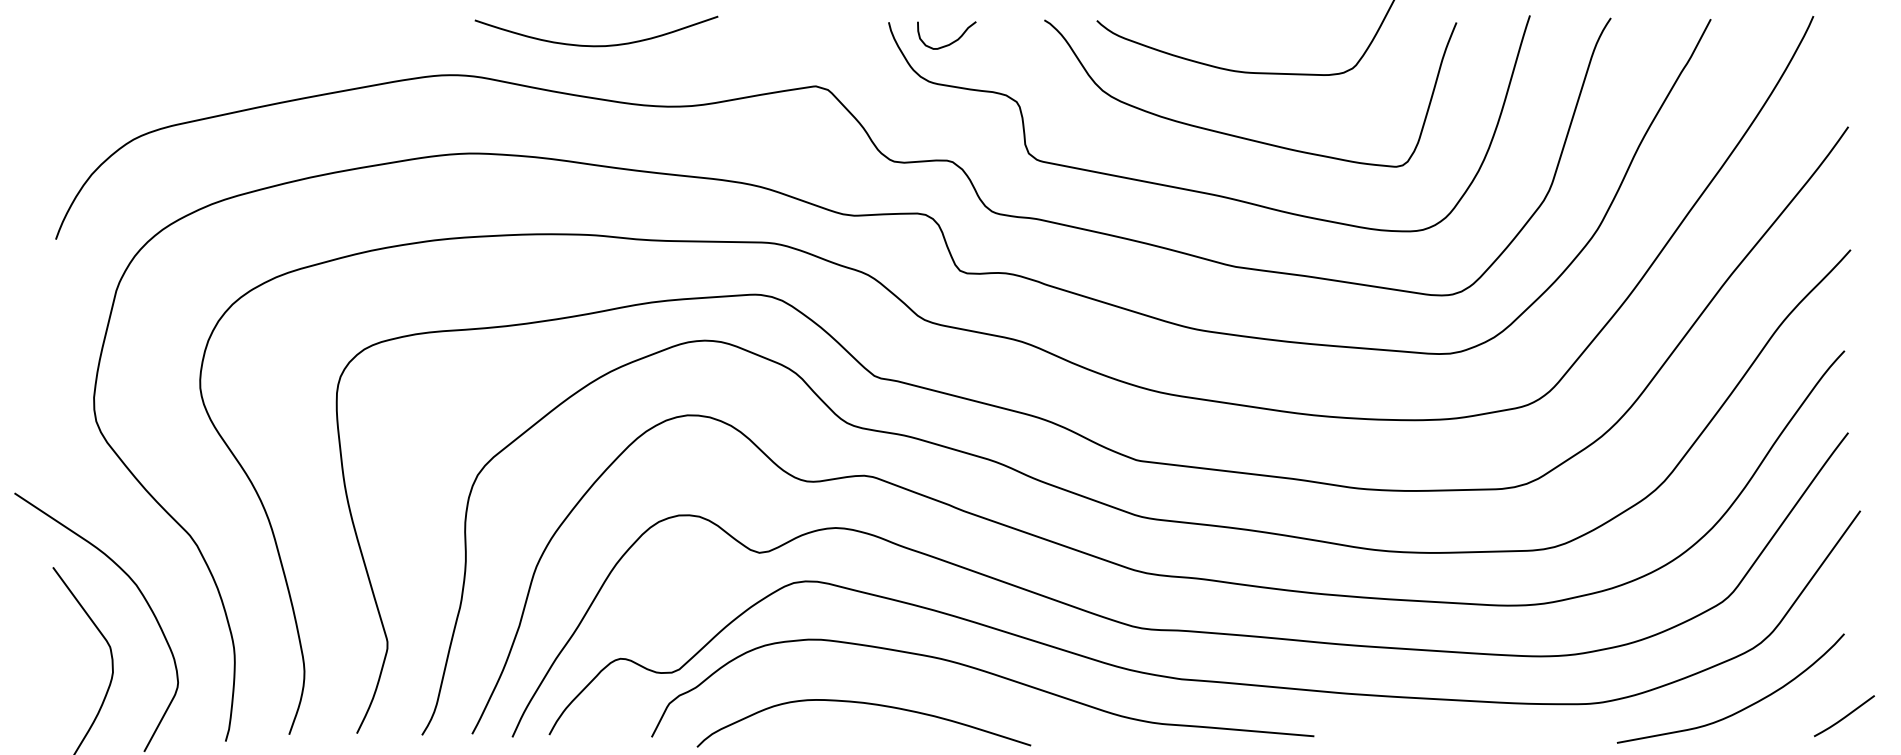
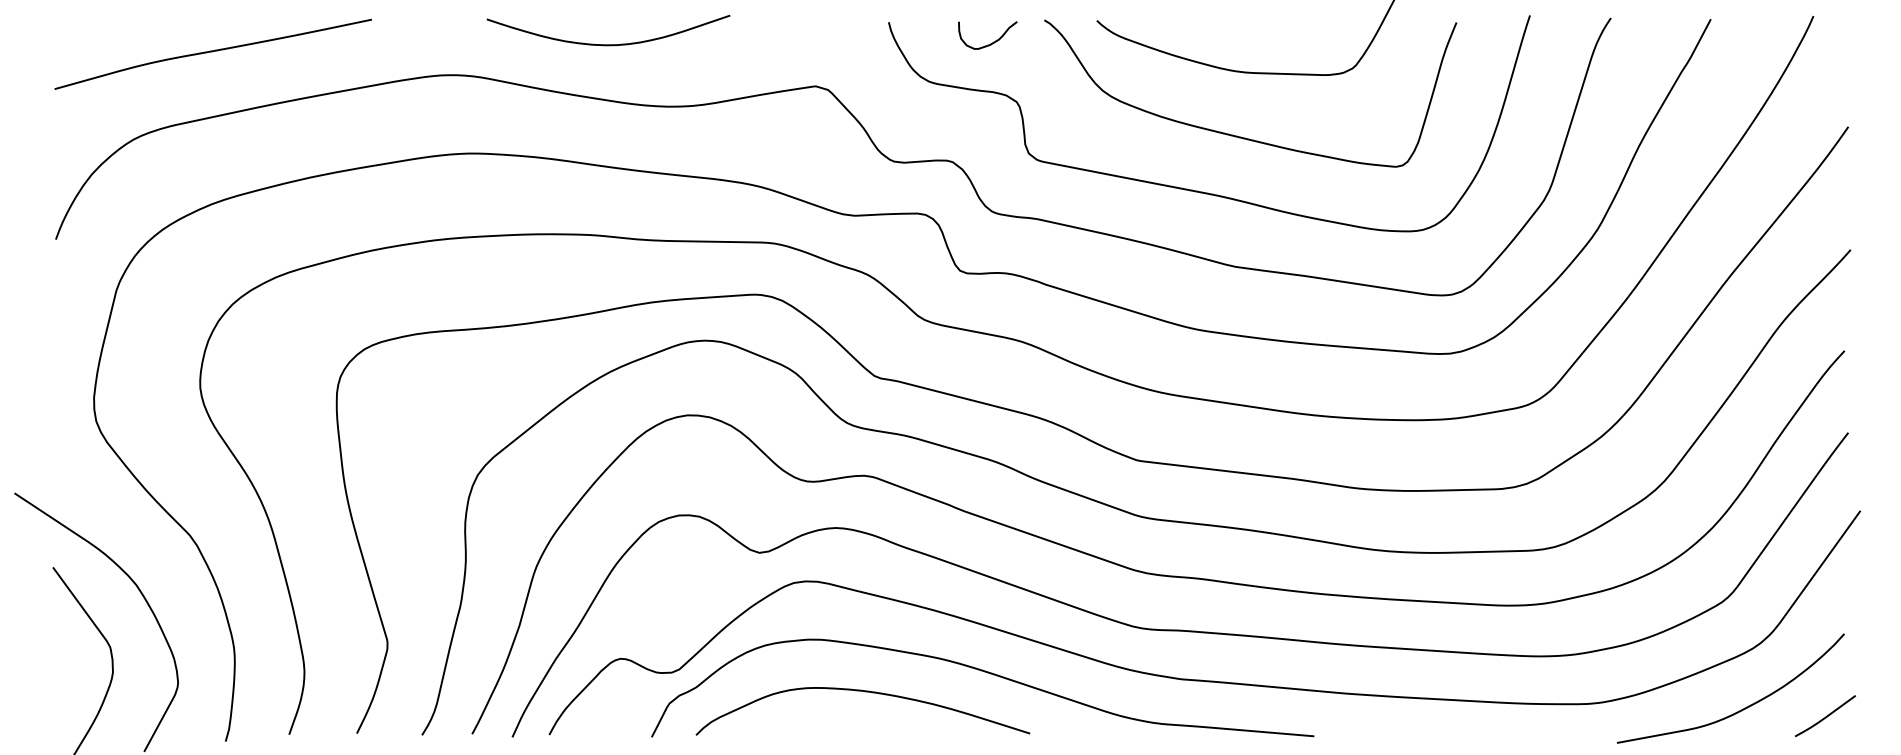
curve at (952, 41) position: (952, 41) -> (993, 41)
curve at (596, 45) position: (596, 45) -> (608, 44)
curve at (212, 52): none -> present
curve at (866, 704) position: (866, 704) -> (865, 692)
curve at (1844, 716) position: (1844, 716) -> (1825, 716)
